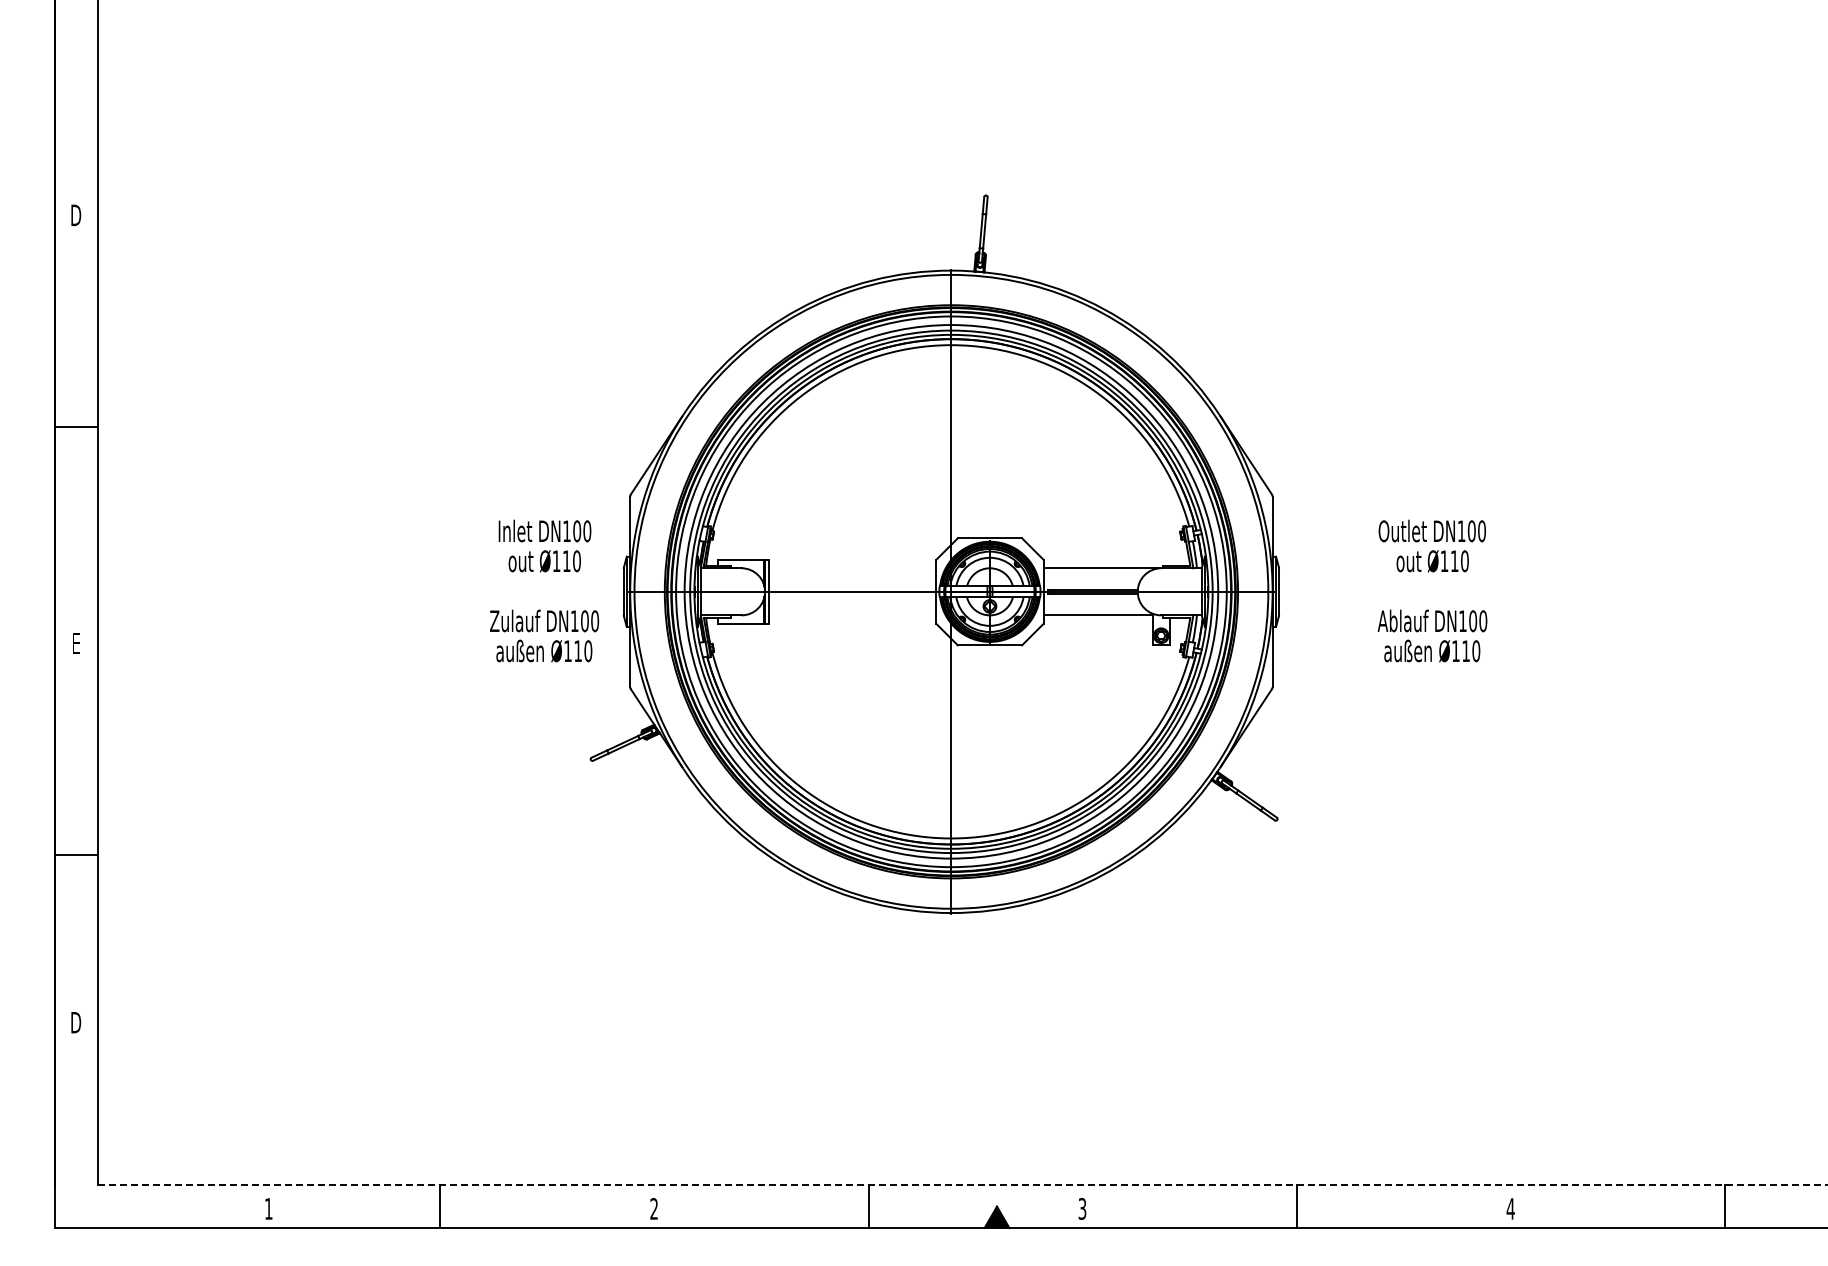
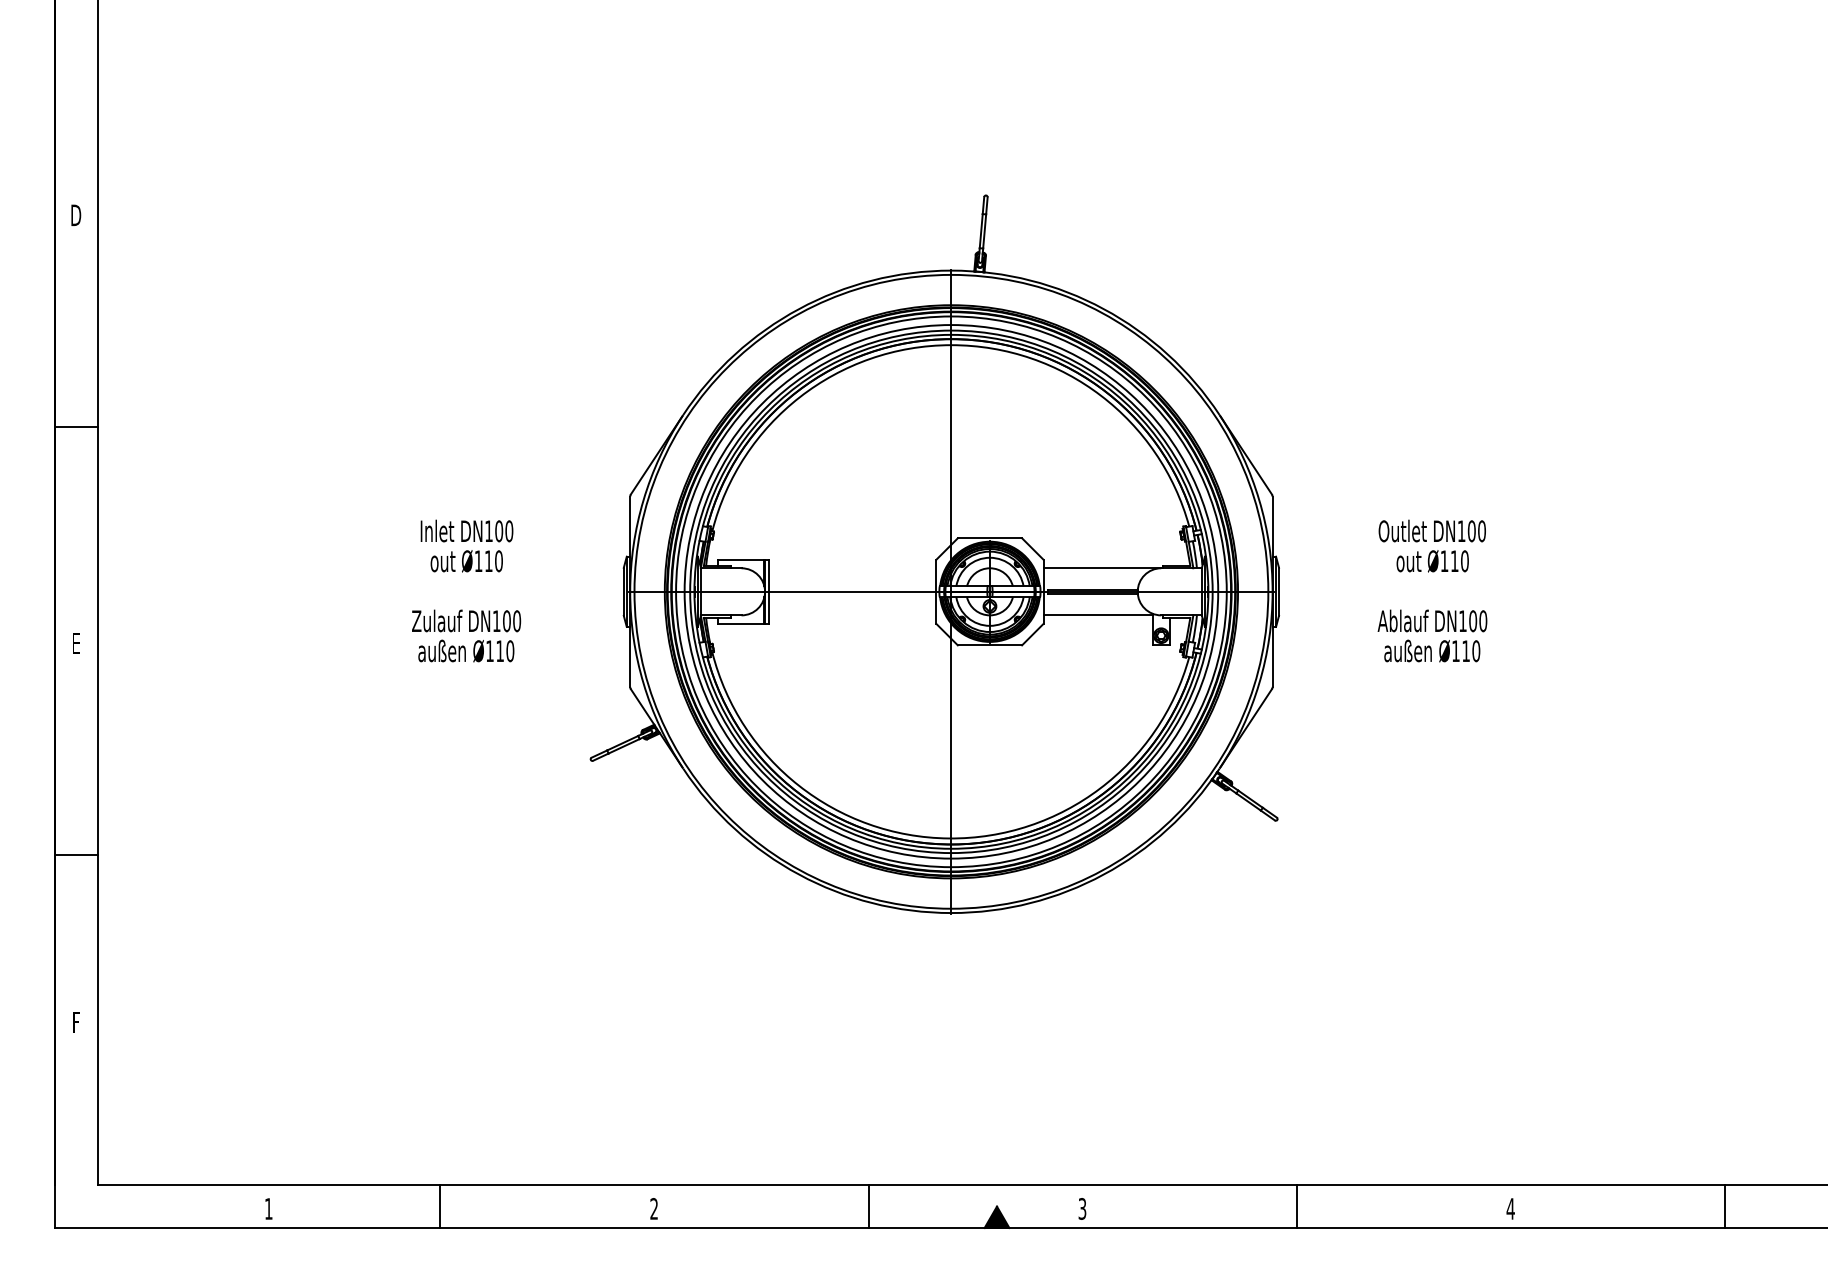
text at (544, 590) position: (544, 590) -> (466, 590)
text at (76, 1022): D -> F
line at (962, 1185): dashed -> solid
